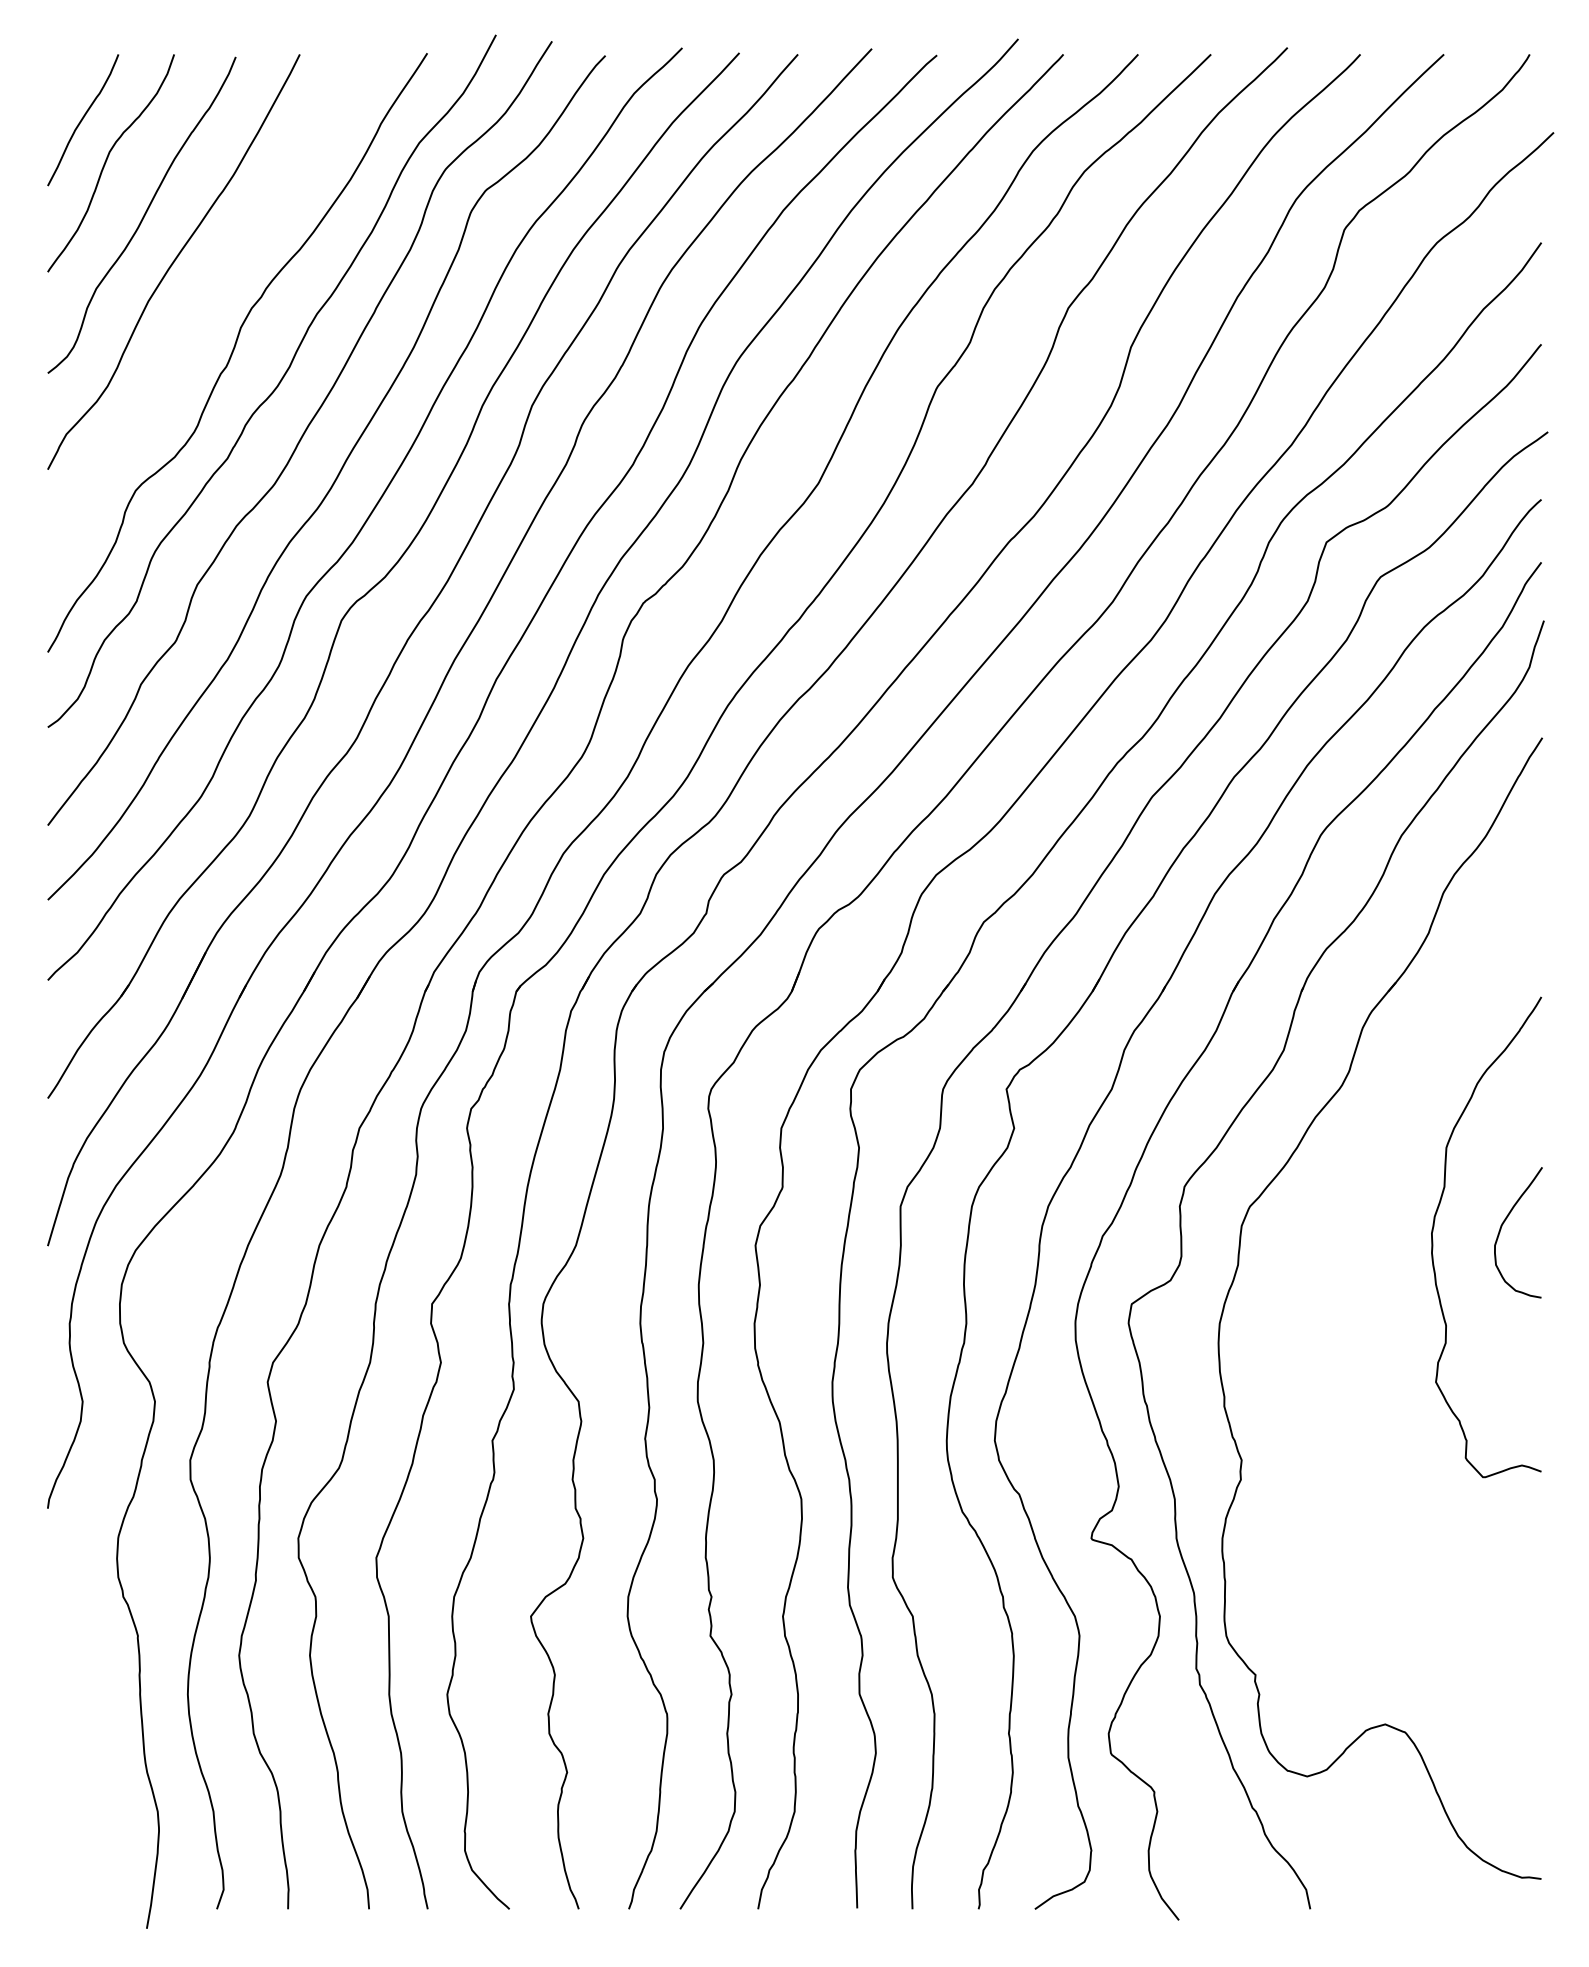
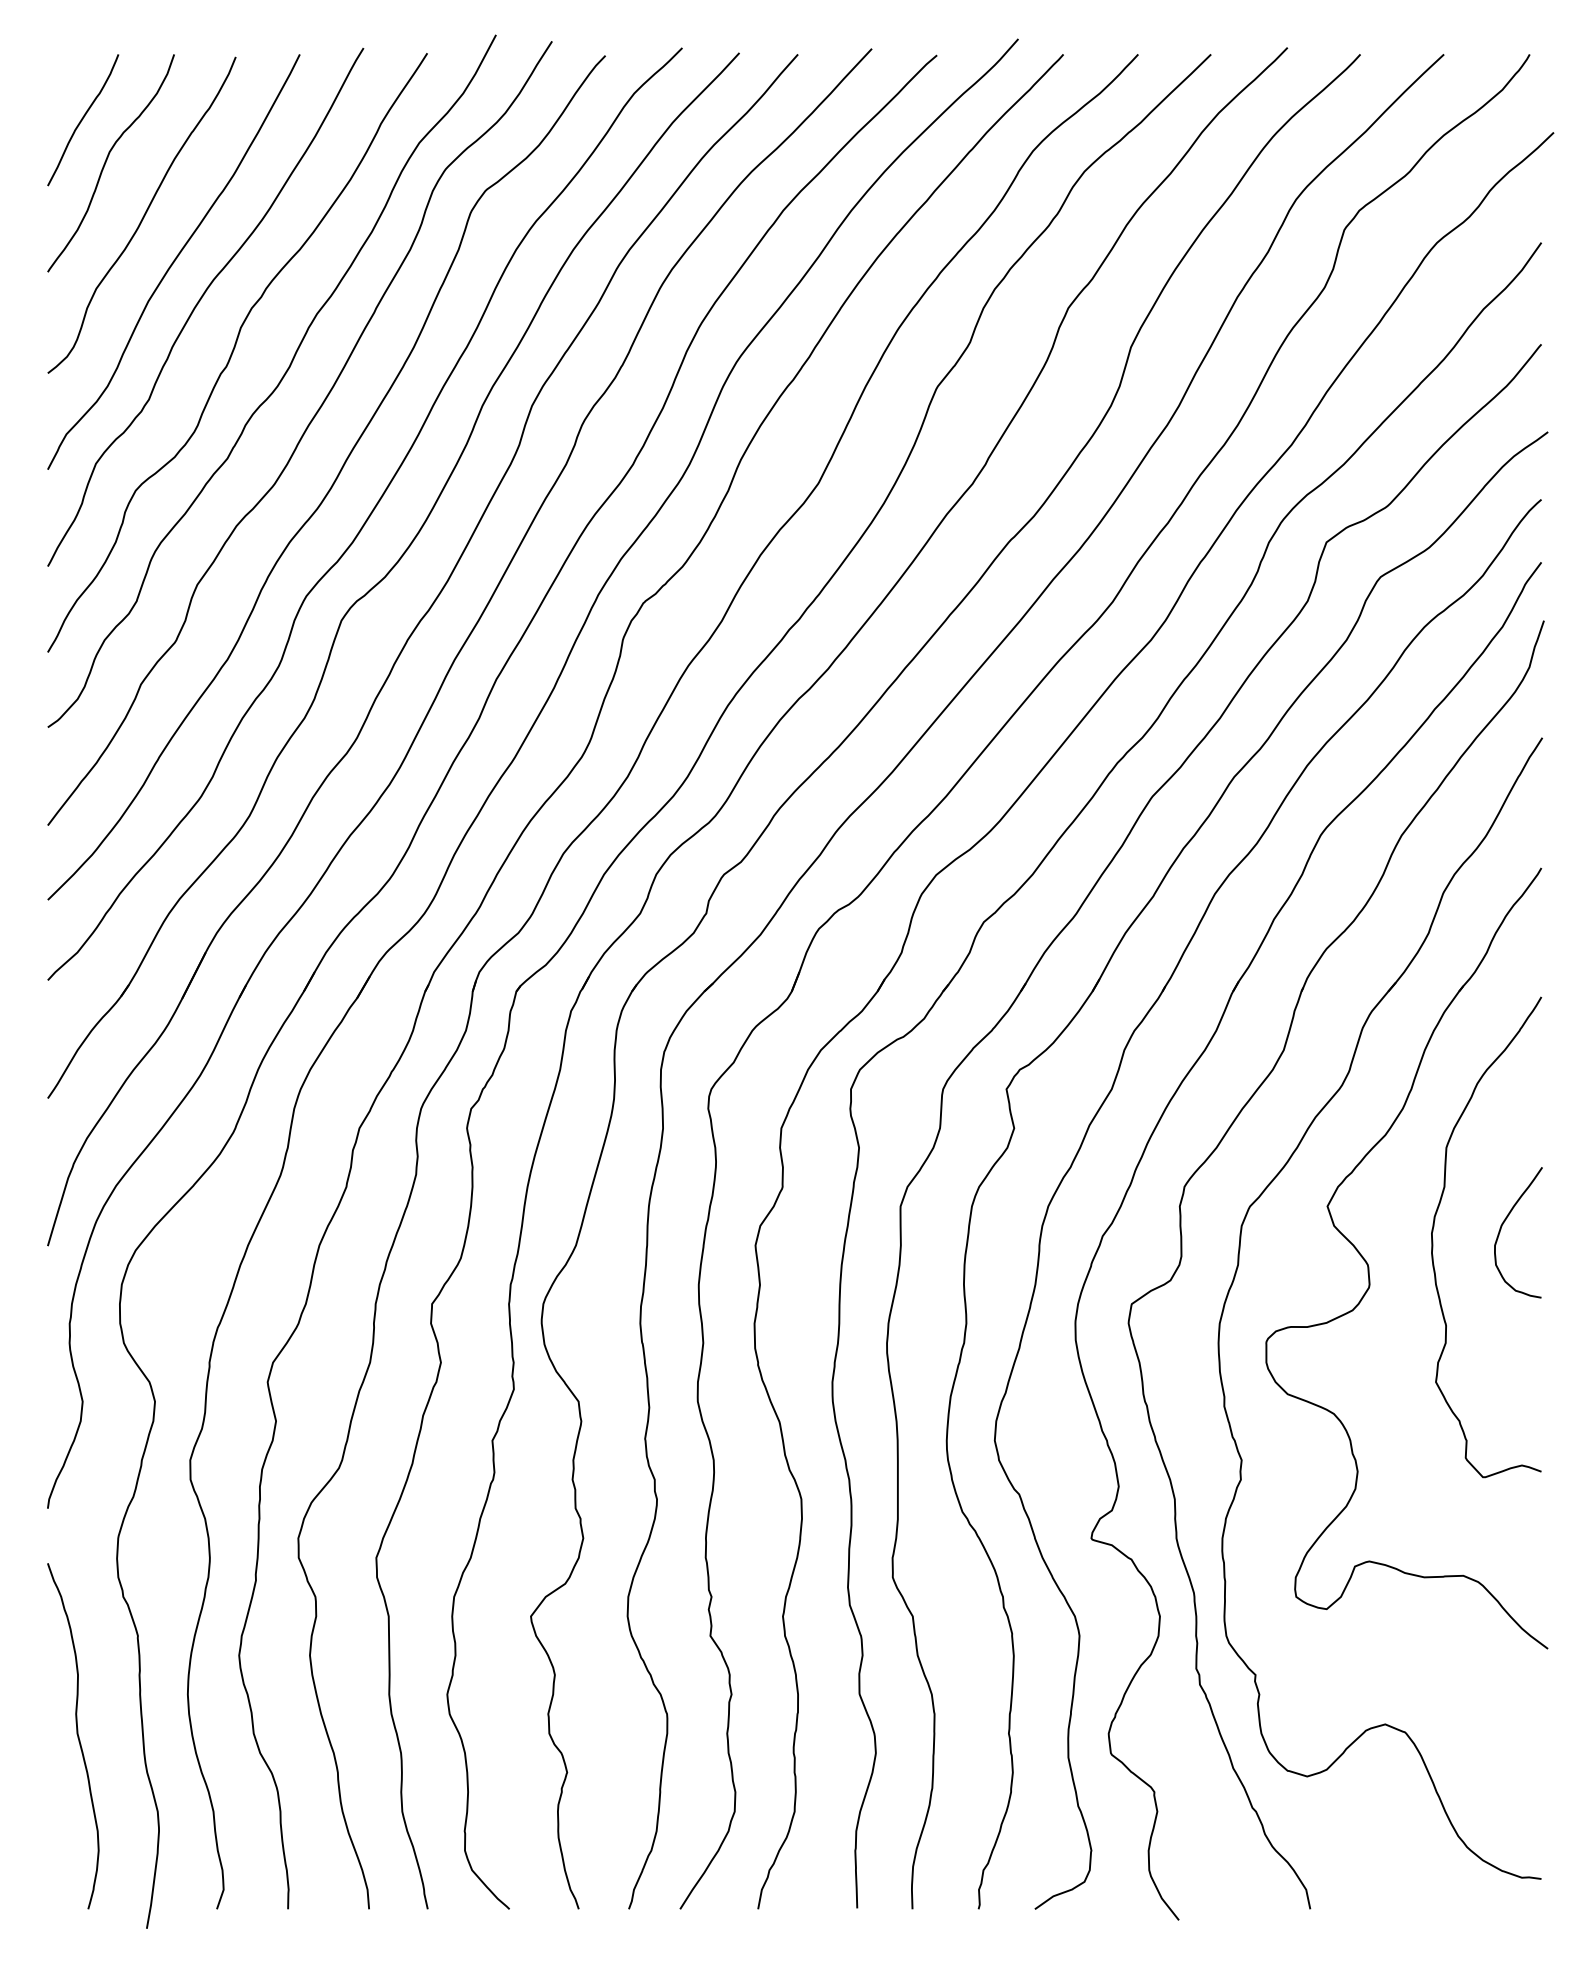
curve at (198, 304): none -> present
part at (1369, 1267): none -> present
curve at (76, 1734): none -> present
